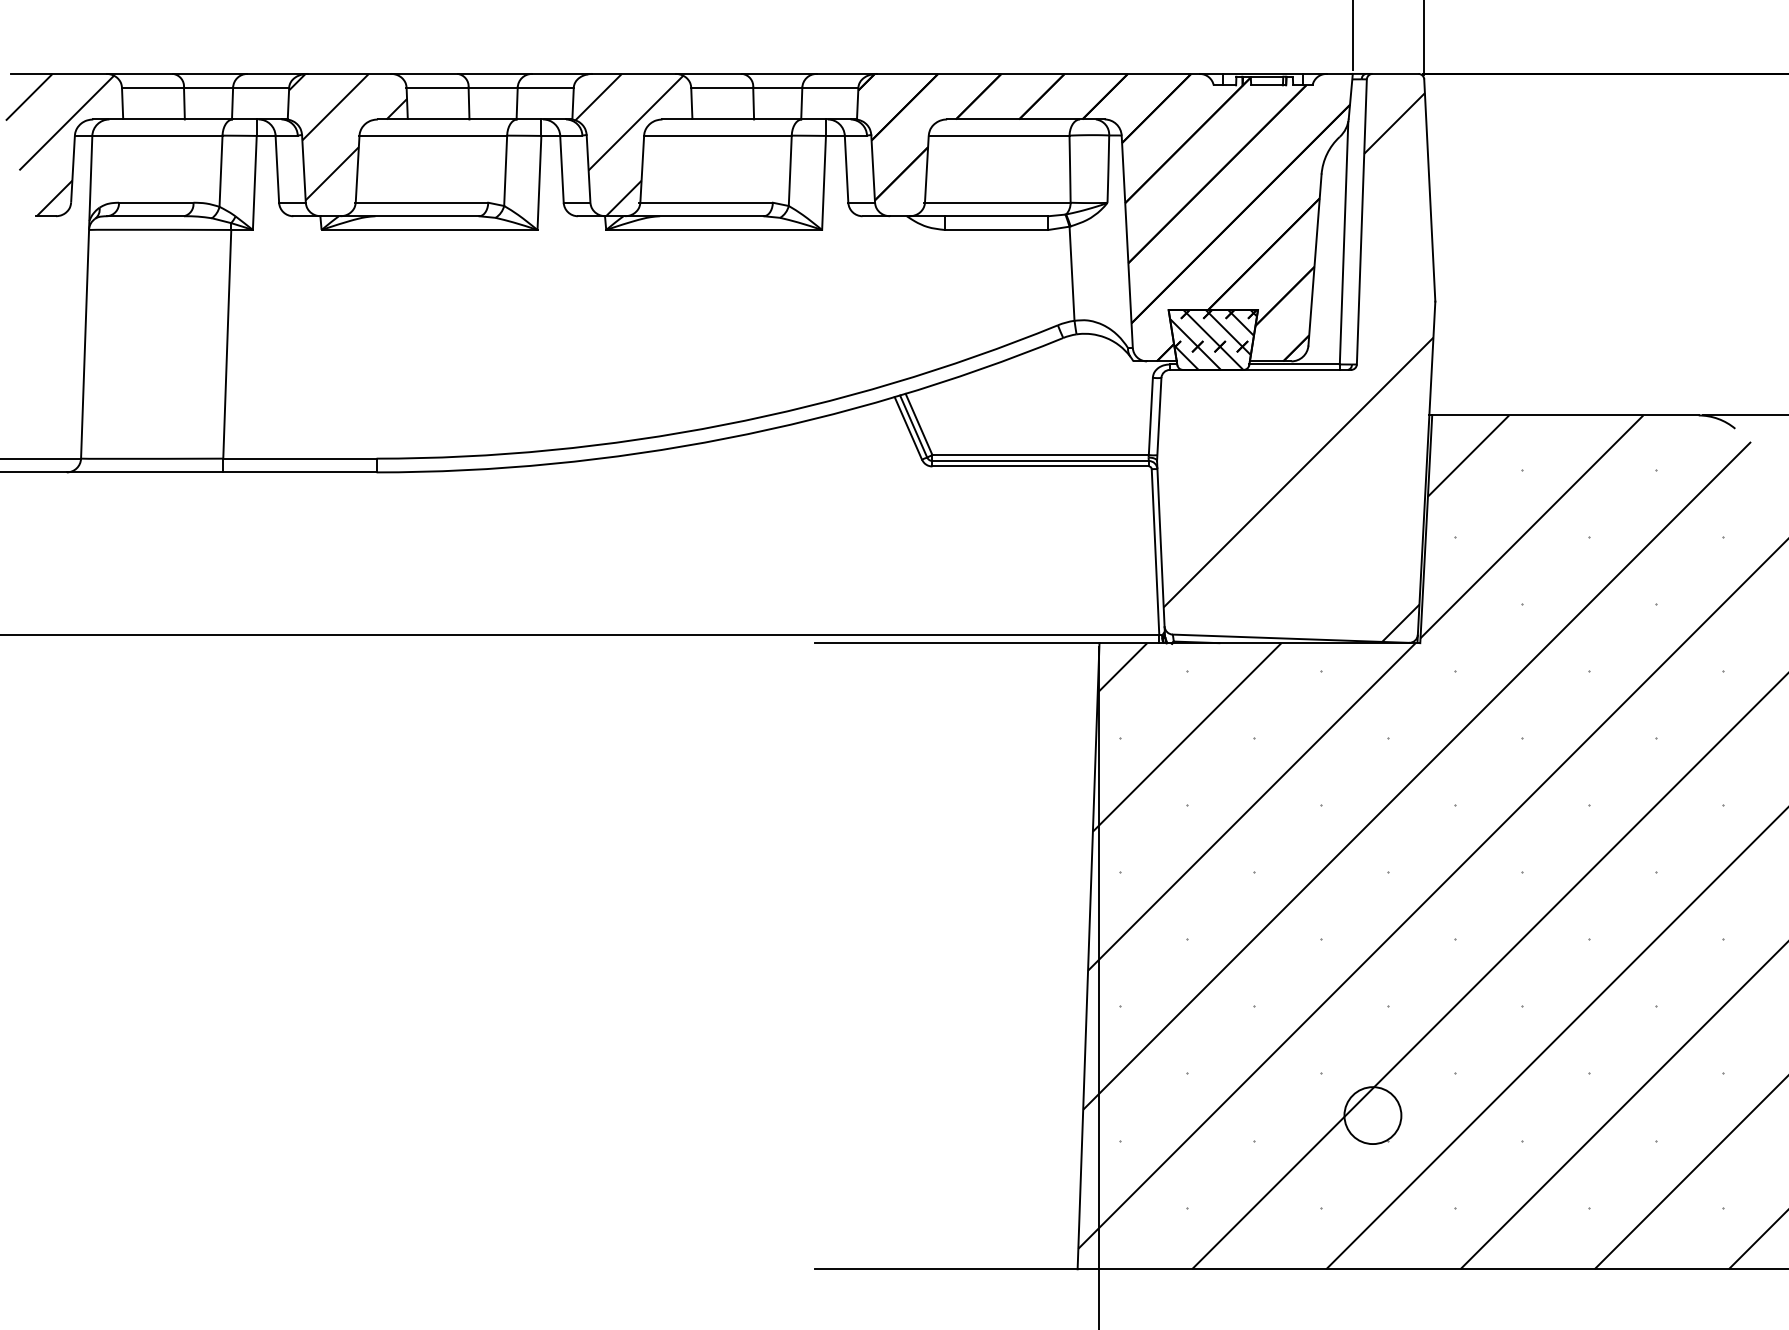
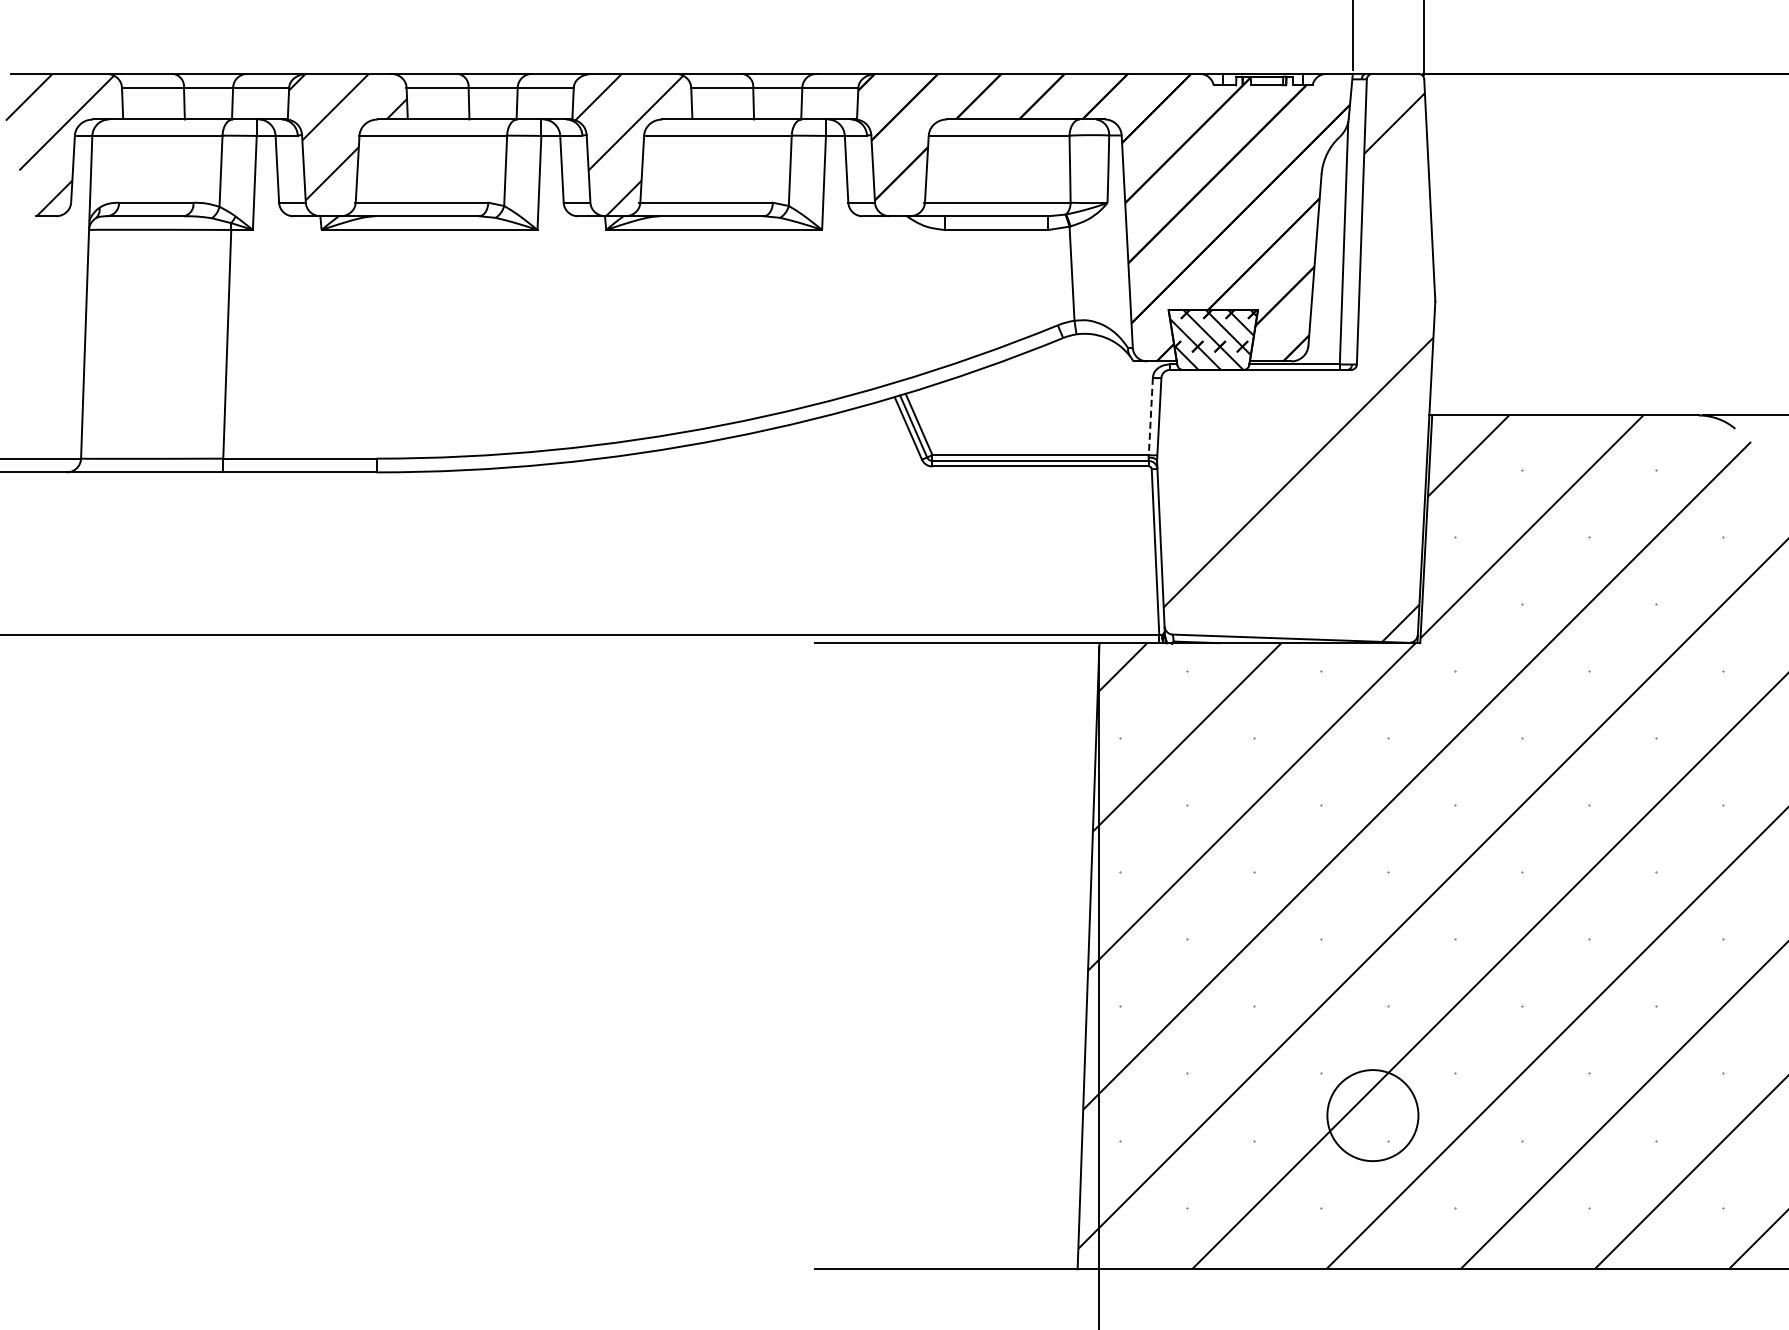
line at (1150, 416): solid -> dashed
circle at (1372, 1115) diameter: 57 px -> 91 px
